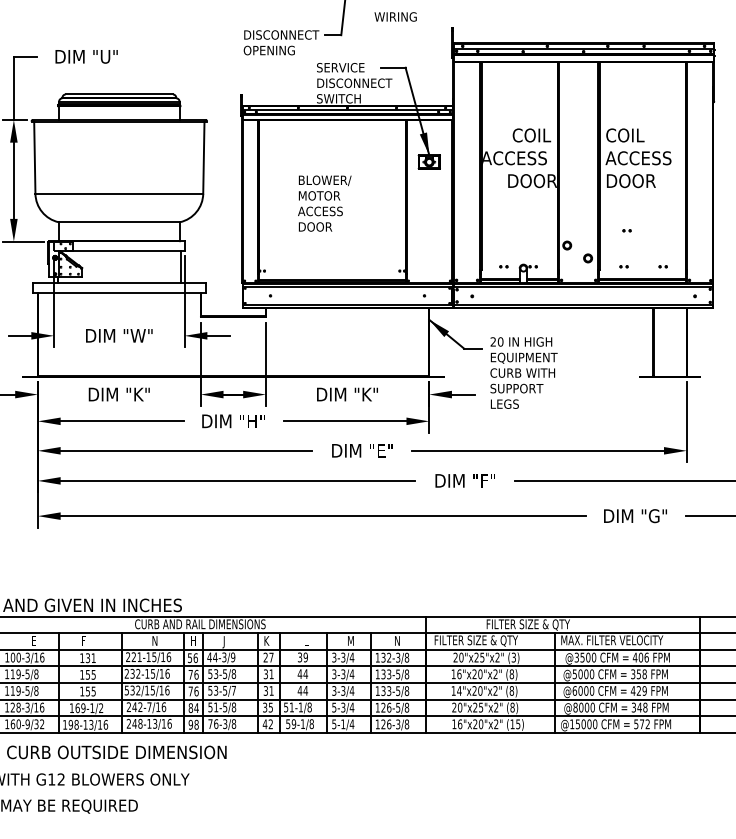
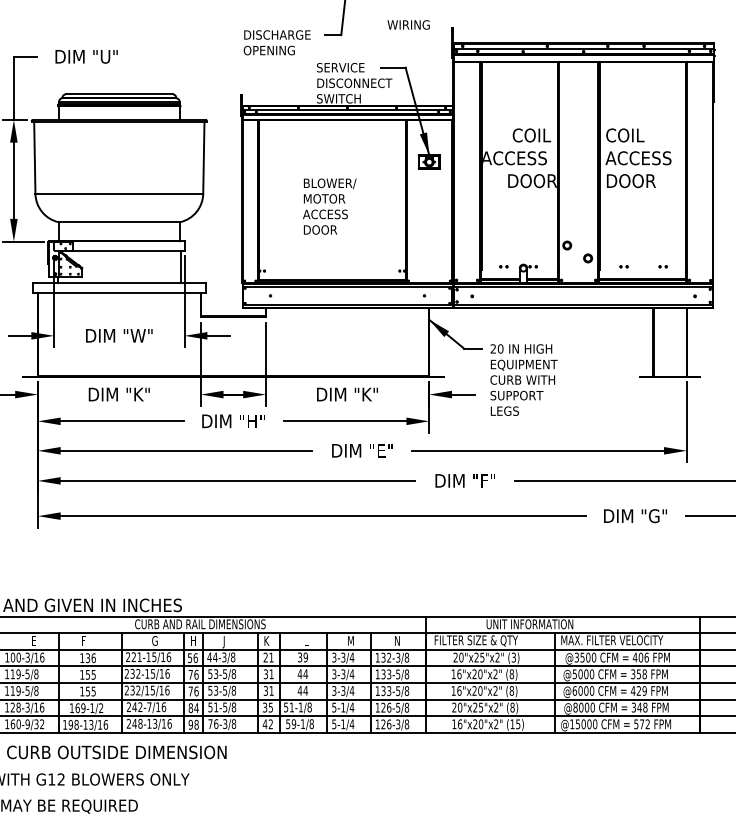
text at (395, 16) position: (395, 16) -> (408, 24)
text at (295, 34): DISCONNECT -> DISCHARGE
text at (324, 203) position: (324, 203) -> (329, 206)
part at (626, 230): present -> none
text at (523, 372) position: (523, 372) -> (523, 379)
text at (529, 624): FILTER SIZE & QTY -> UNIT INFORMATION
text at (154, 640): N -> G
text at (233, 657): 44-3/9 -> 44-3/8
text at (271, 657): 27 -> 21
text at (93, 658): 131 -> 136
text at (126, 690): 532/15/16 -> 232/15/16
text at (233, 690): 53-5/7 -> 53-5/8
text at (459, 690): 14"x20"x2" -> 16"x20"x2"
text at (343, 707): 5-3/4 -> 5-1/4
